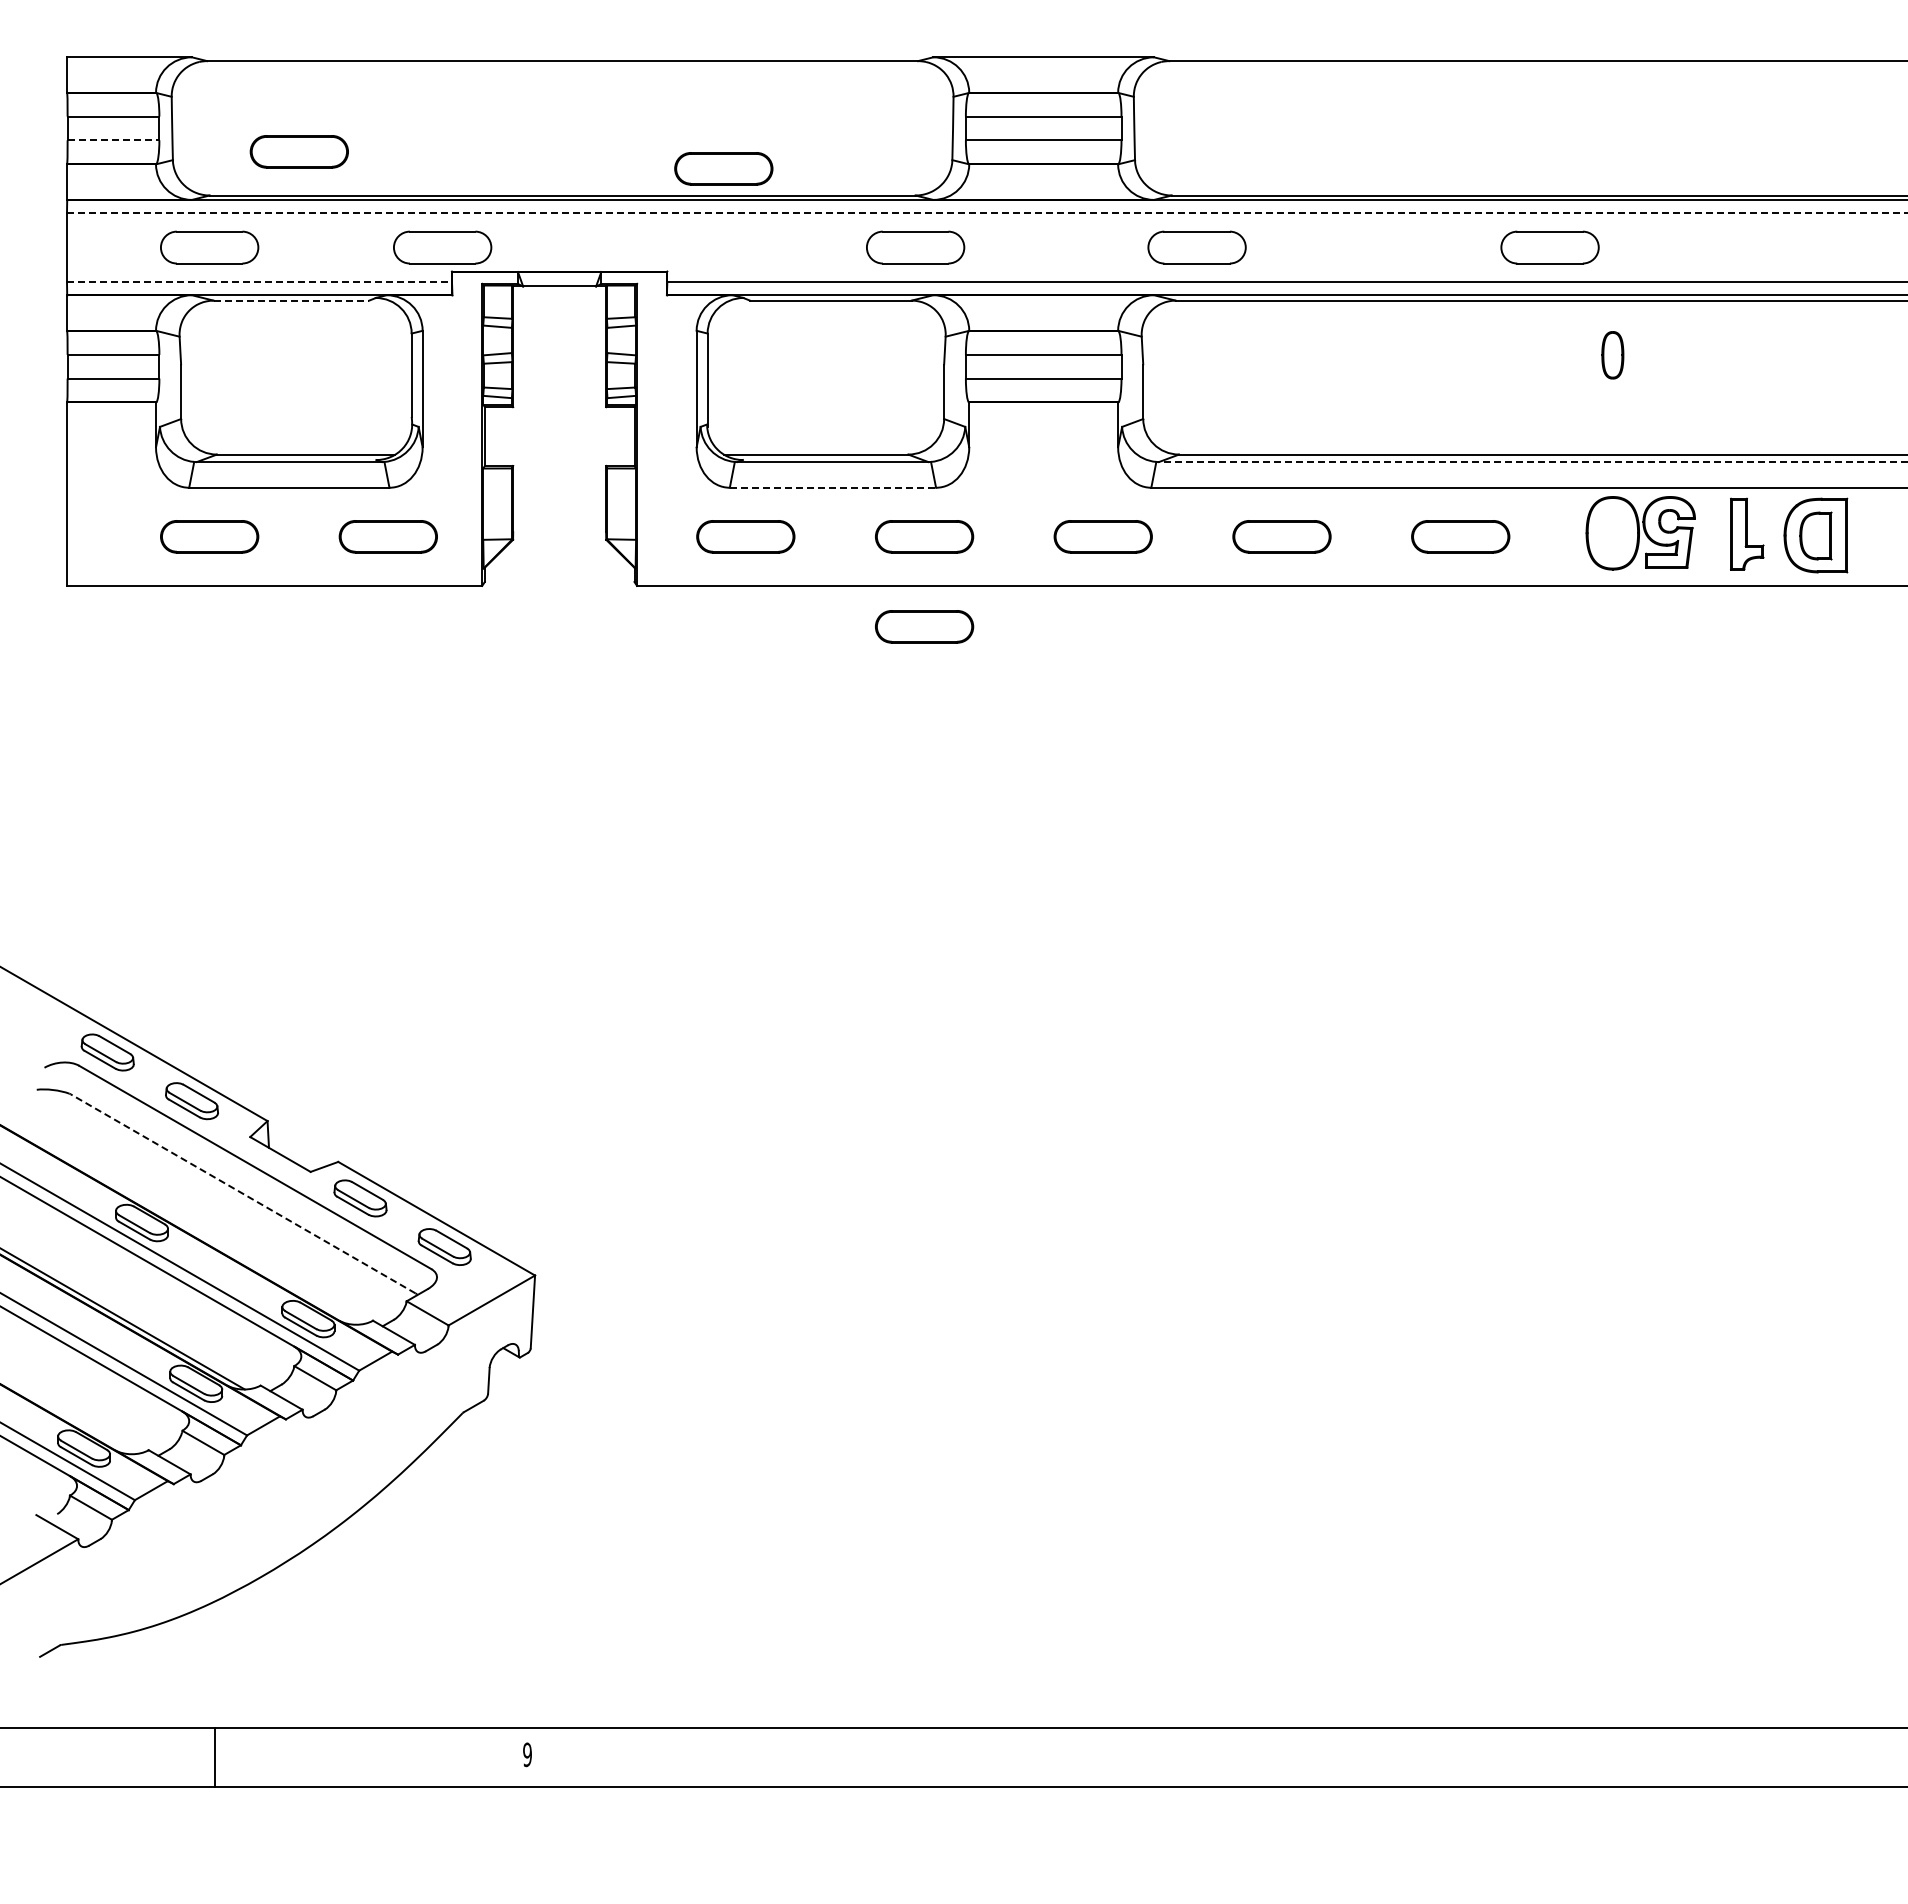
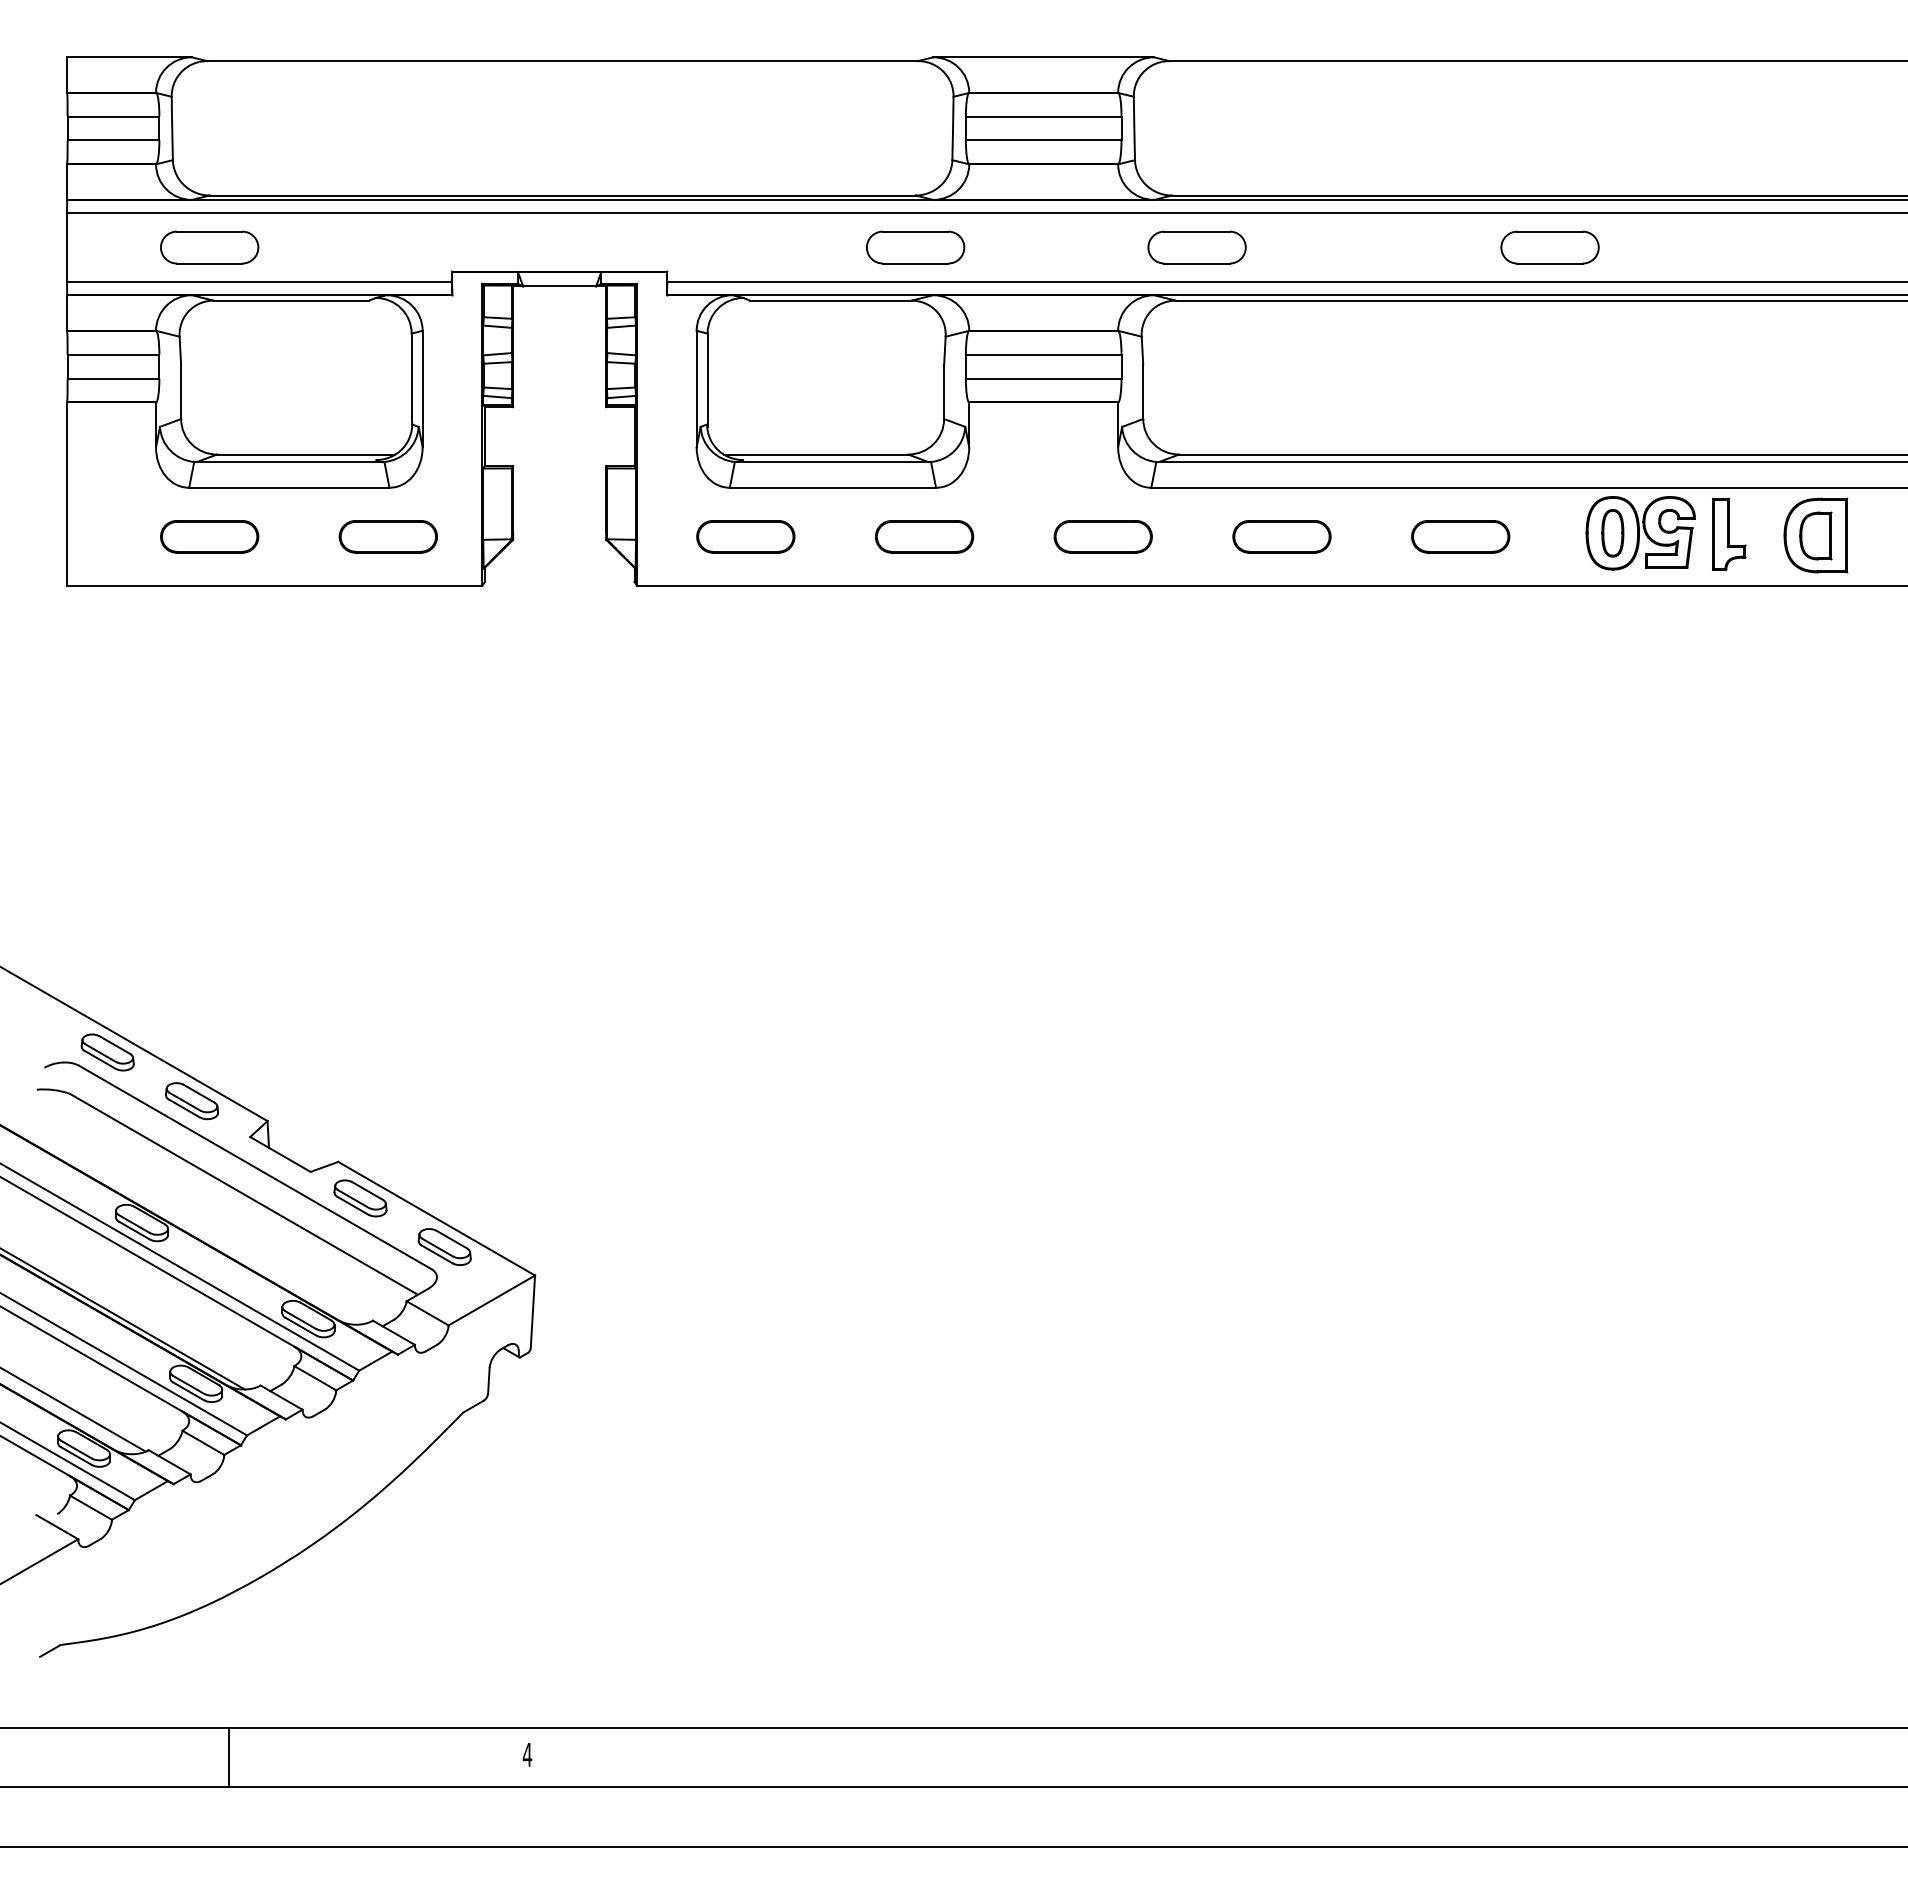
line at (113, 140): dashed -> solid
part at (298, 151): present -> none
part at (723, 168): present -> none
line at (986, 212): dashed -> solid
part at (442, 247): present -> none
line at (259, 282): dashed -> solid
line at (291, 300): dashed -> solid
part at (1612, 355) position: (1612, 355) -> (1612, 533)
line at (1532, 462): dashed -> solid
line at (833, 487): dashed -> solid
part at (1747, 533) position: (1747, 533) -> (1729, 533)
part at (924, 626): present -> none
line at (242, 1193): dashed -> solid
line at (73, 1410): none -> present
text at (527, 1754): 9 -> 4
line at (215, 1757) position: (215, 1757) -> (229, 1757)
line at (953, 1846): none -> present
